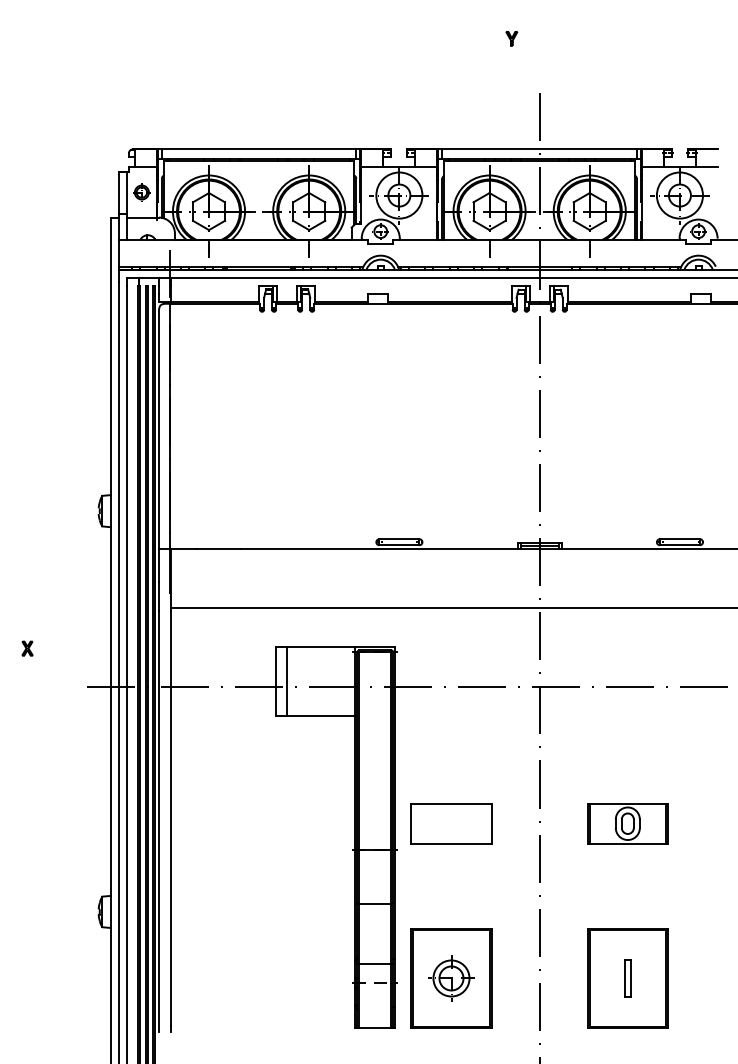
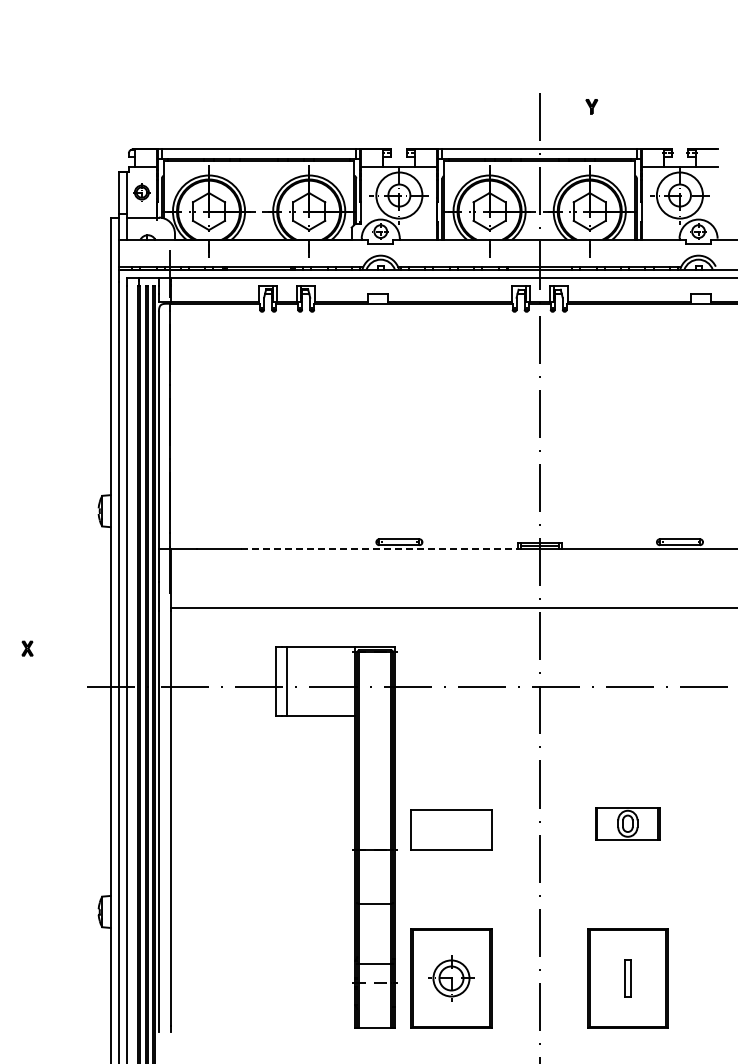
part at (511, 38) position: (511, 38) -> (591, 106)
line at (379, 549): solid -> dashed
part at (451, 823) position: (451, 823) -> (451, 829)
part at (627, 823) size: 82x42 px -> 66x34 px
